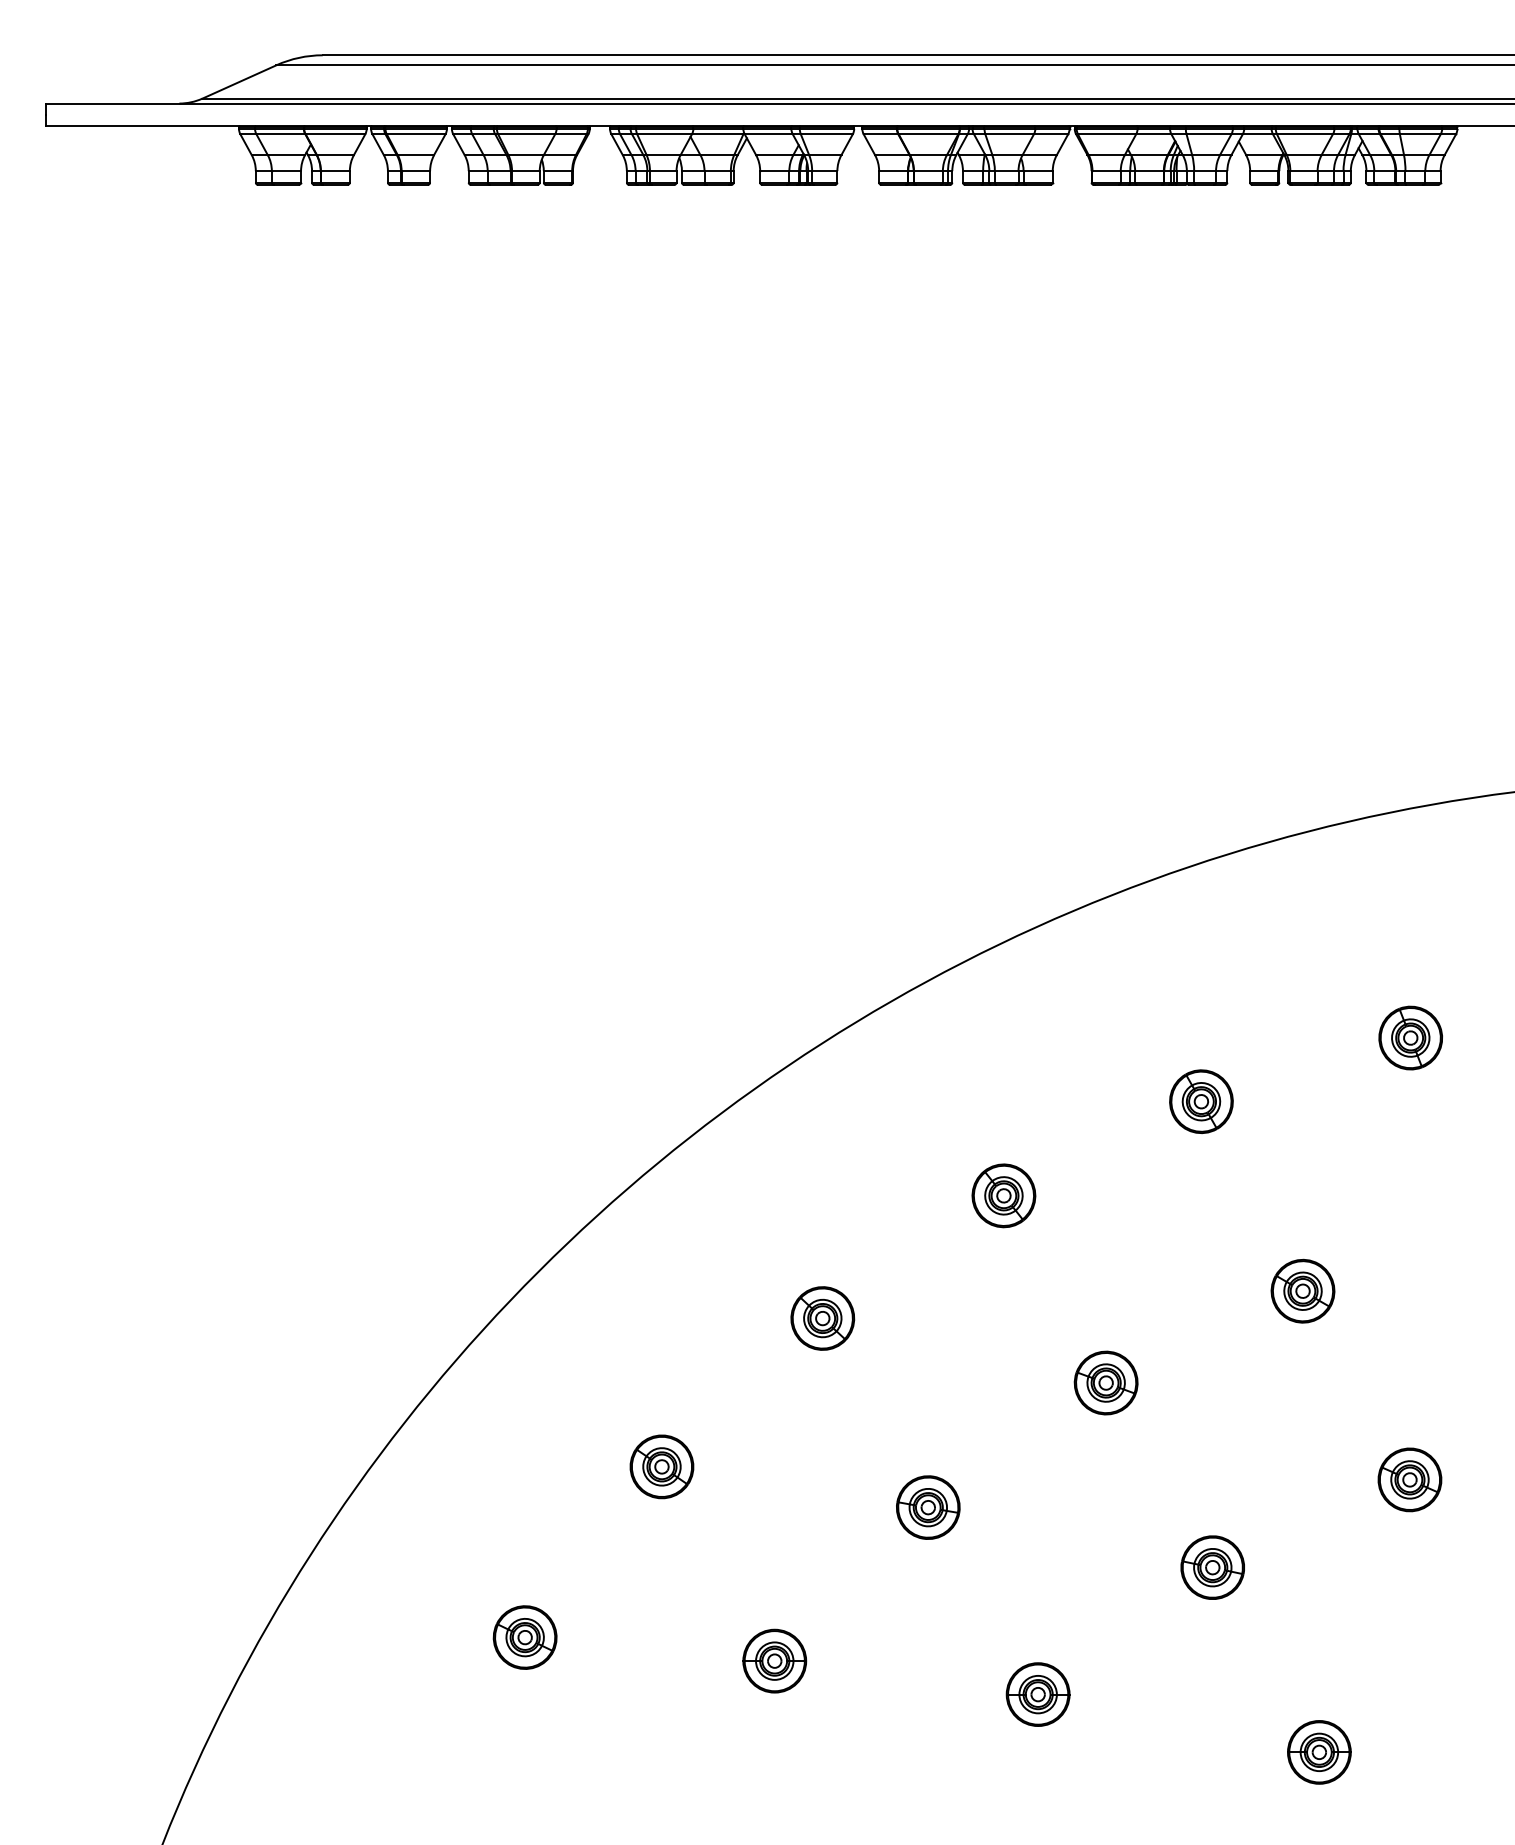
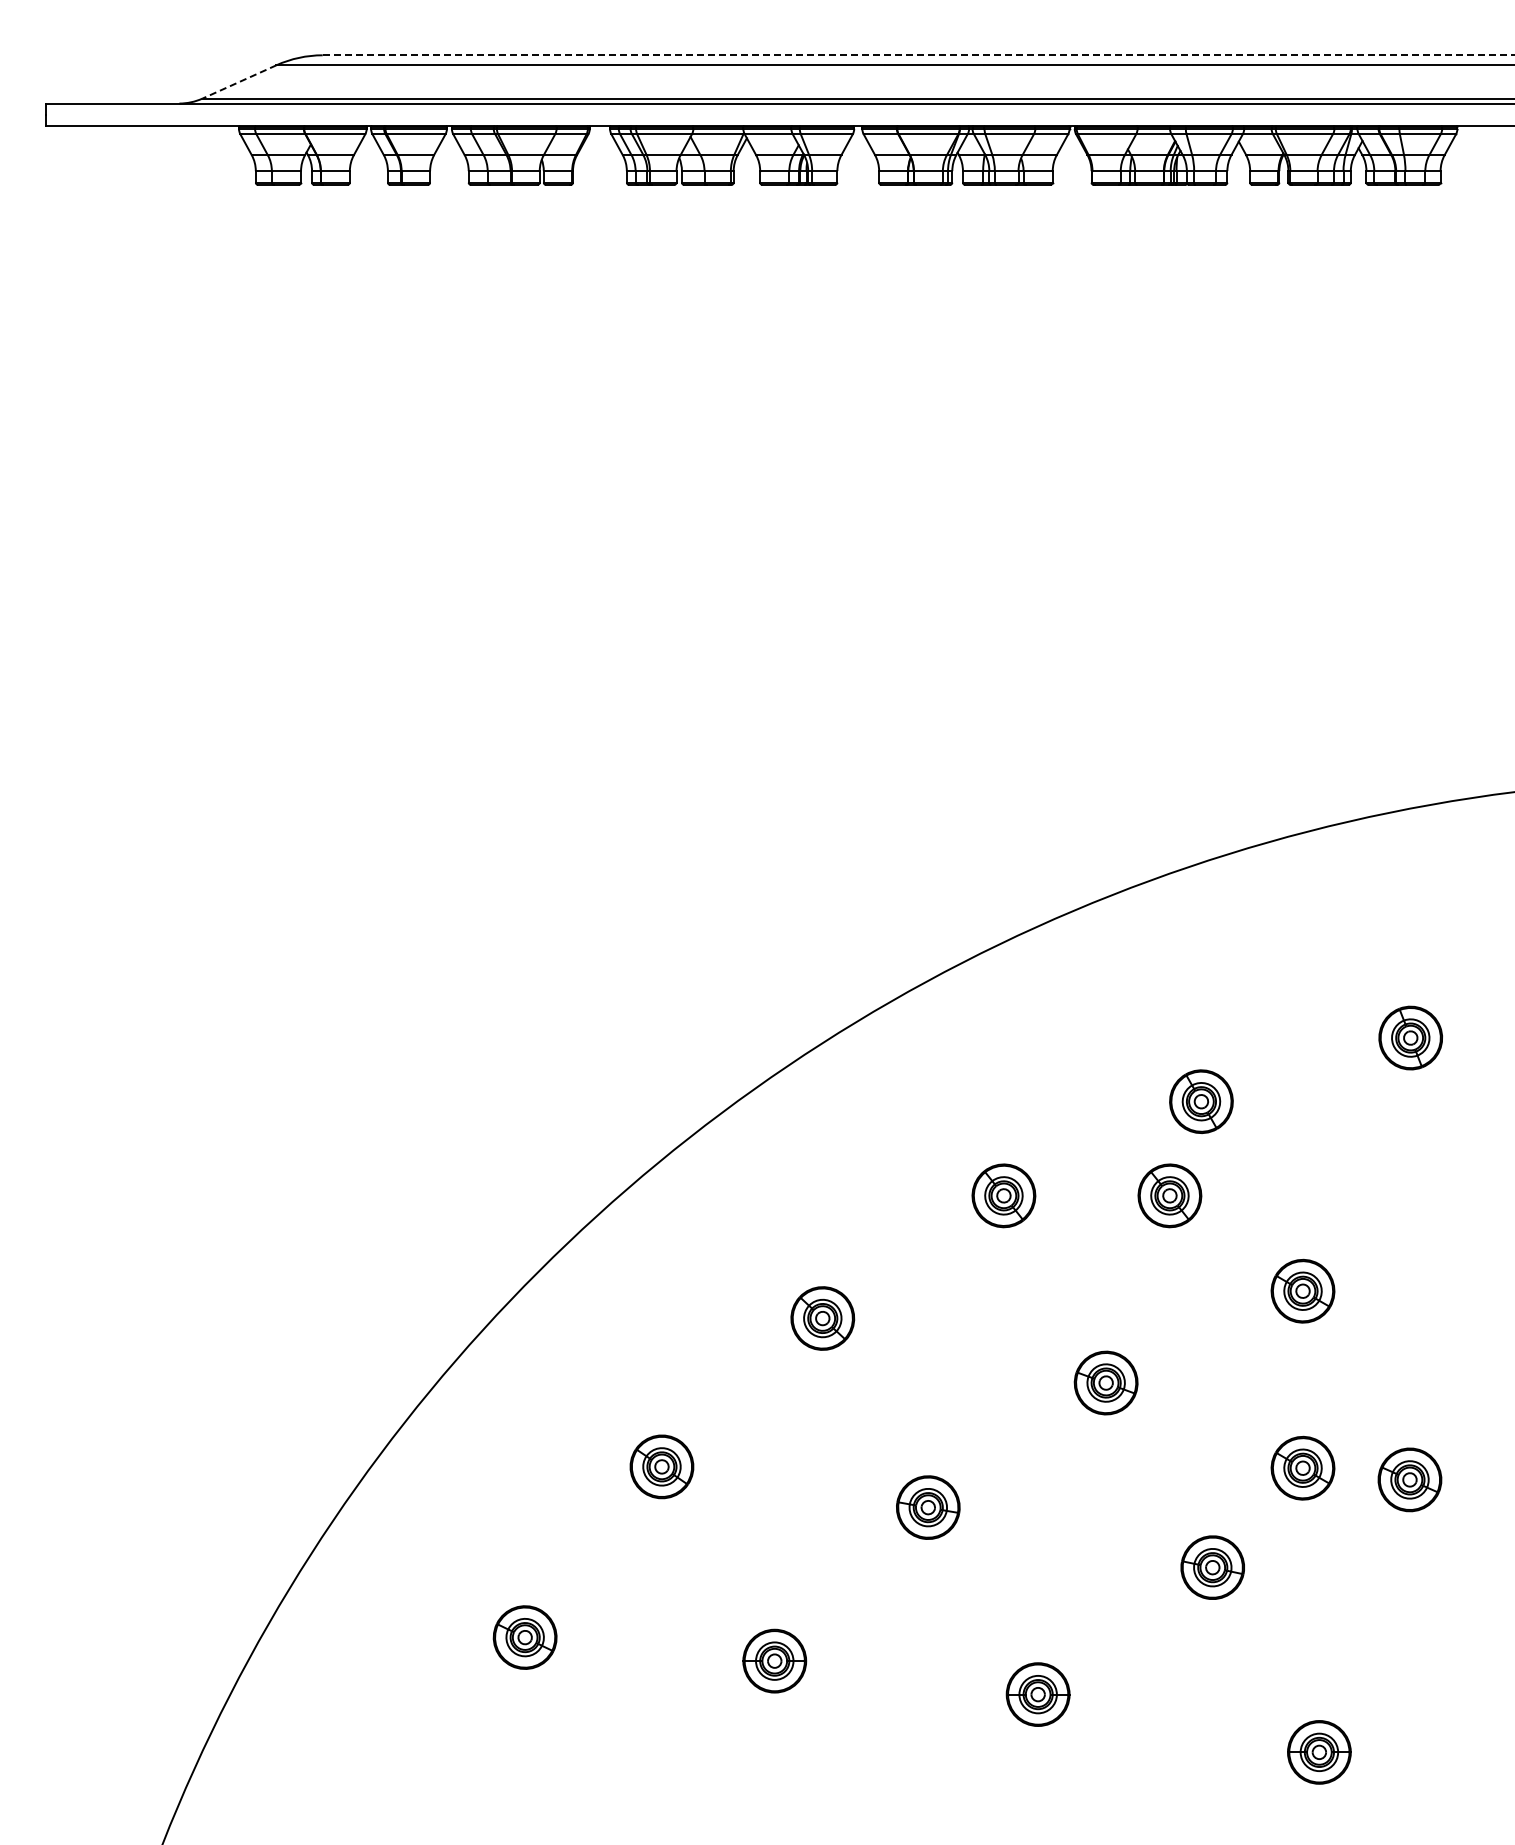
line at (918, 55): solid -> dashed
line at (239, 81): solid -> dashed
part at (1169, 1195): none -> present
part at (1302, 1467): none -> present
